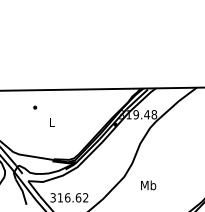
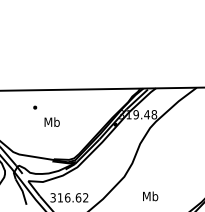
text at (51, 121): L -> Mb
text at (148, 185) position: (148, 185) -> (150, 196)
